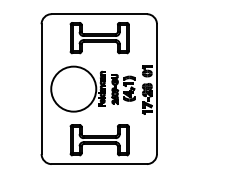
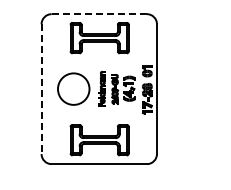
line at (99, 14): solid -> dashed
circle at (73, 88) diameter: 45 px -> 32 px
line at (41, 89): solid -> dashed
